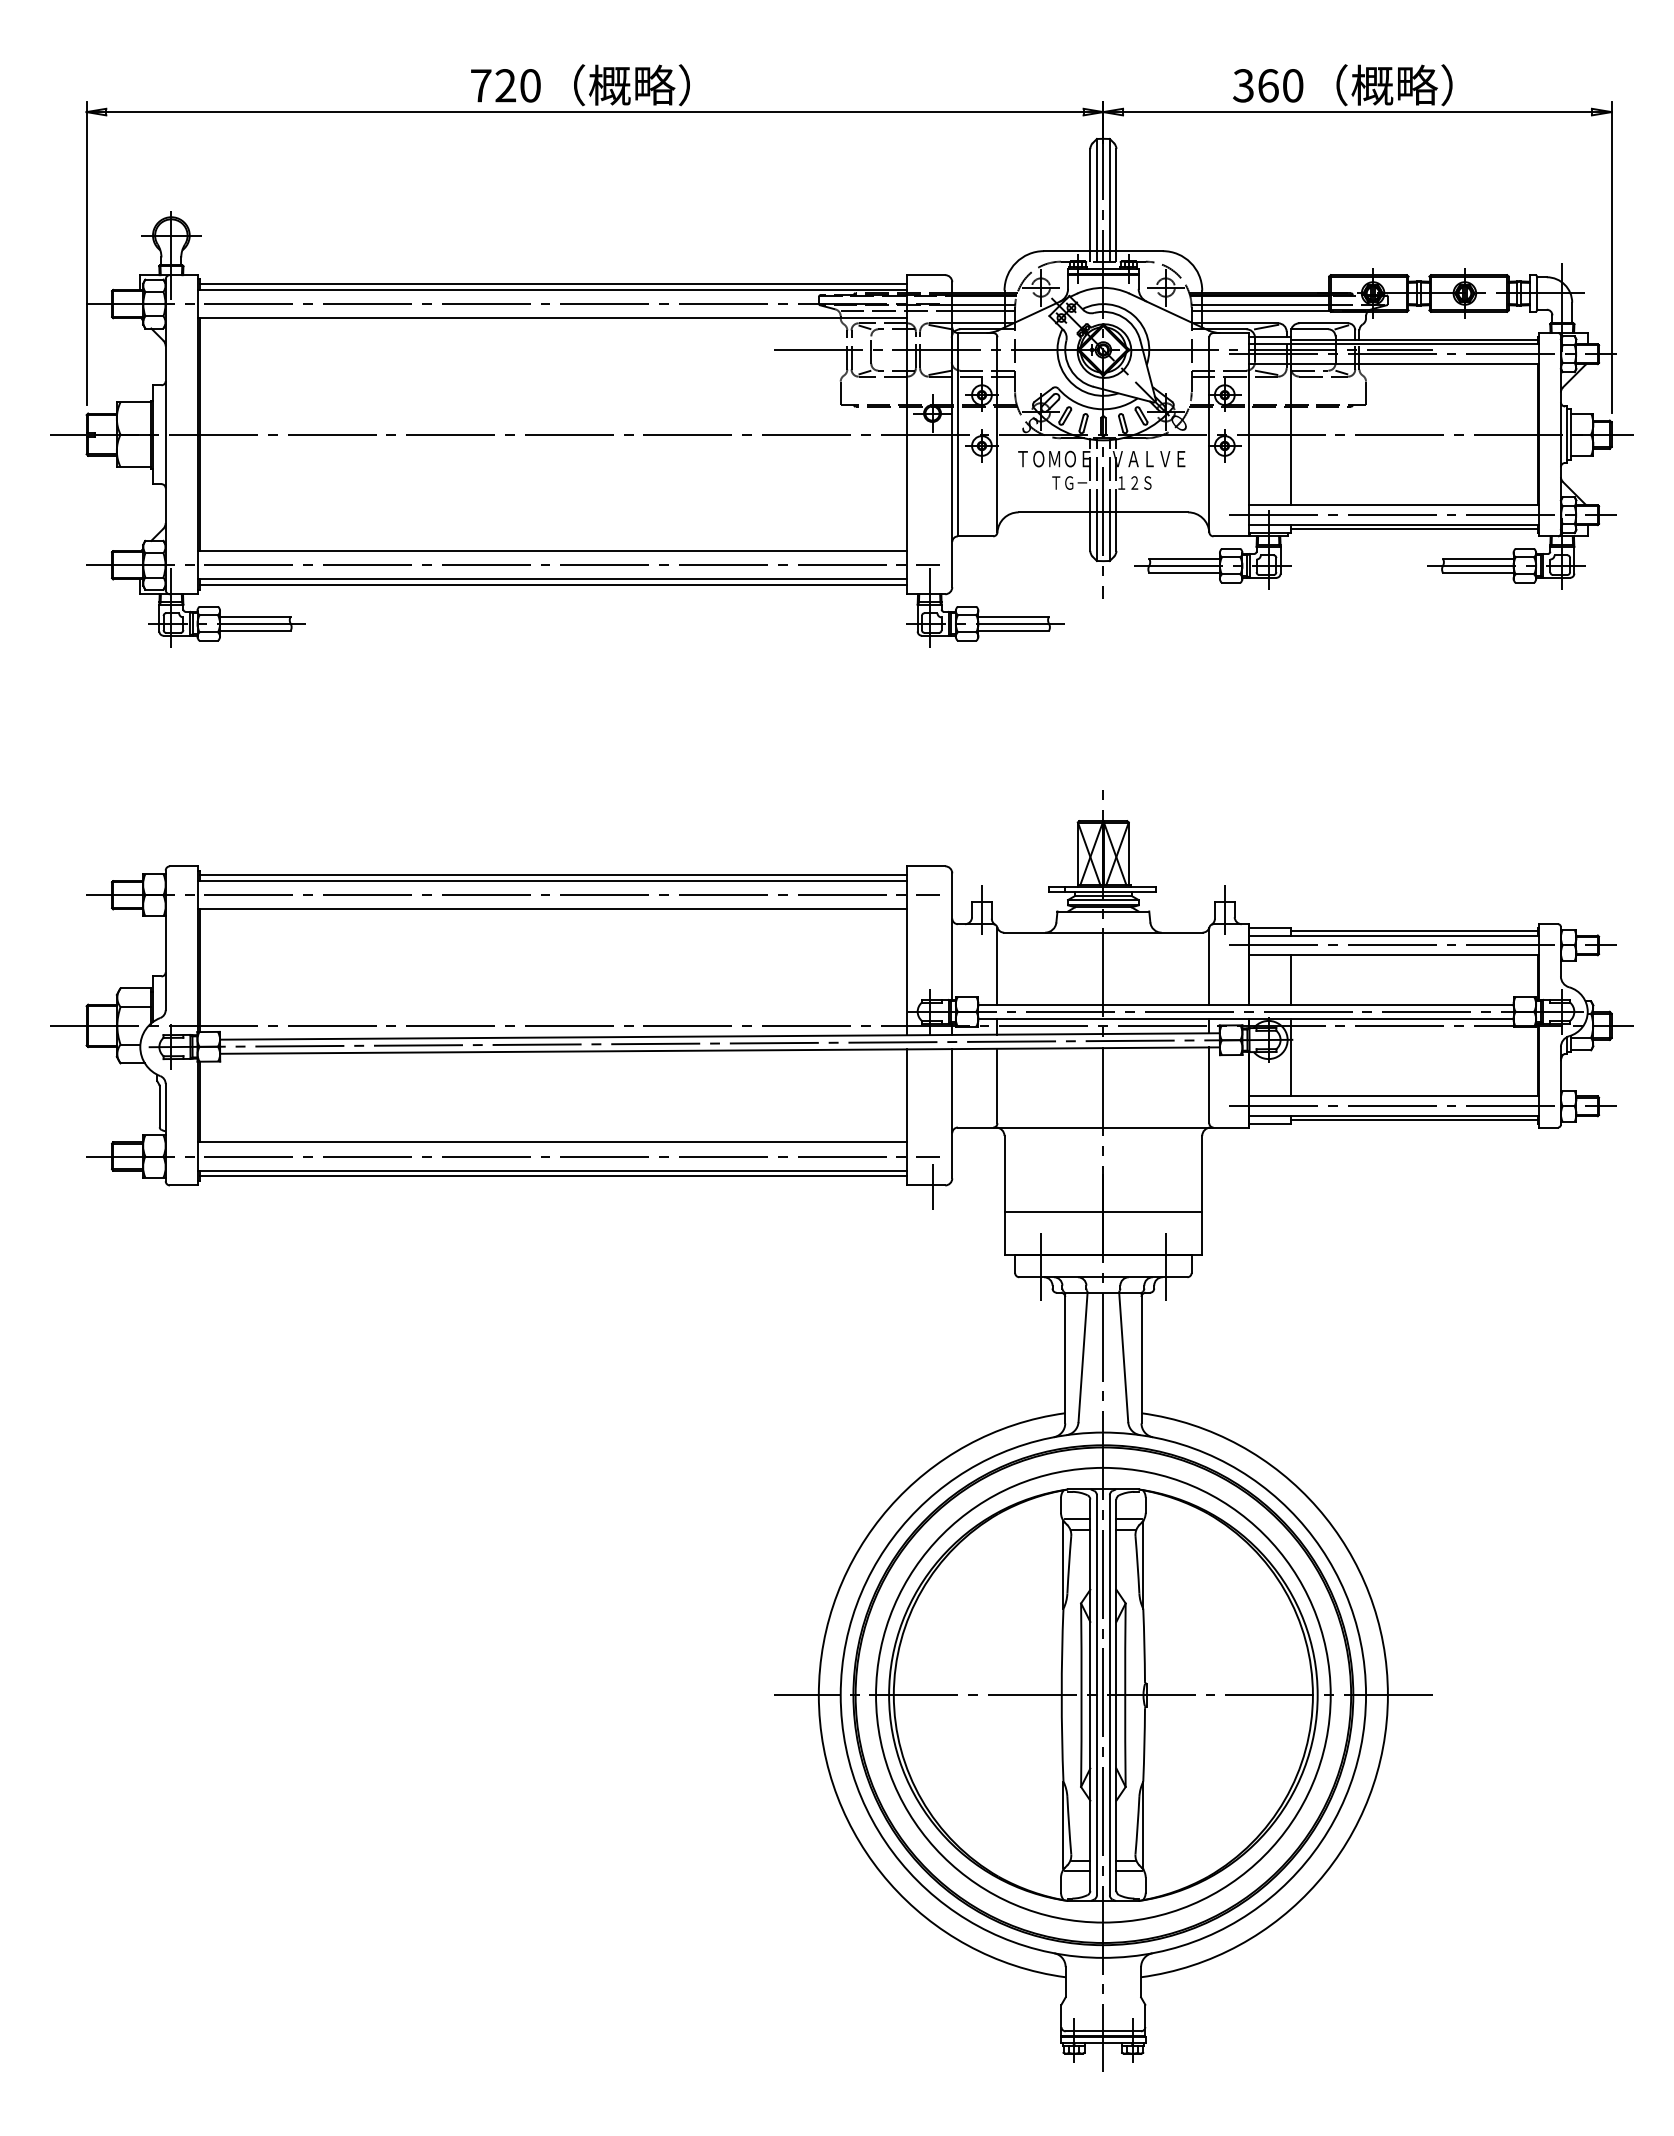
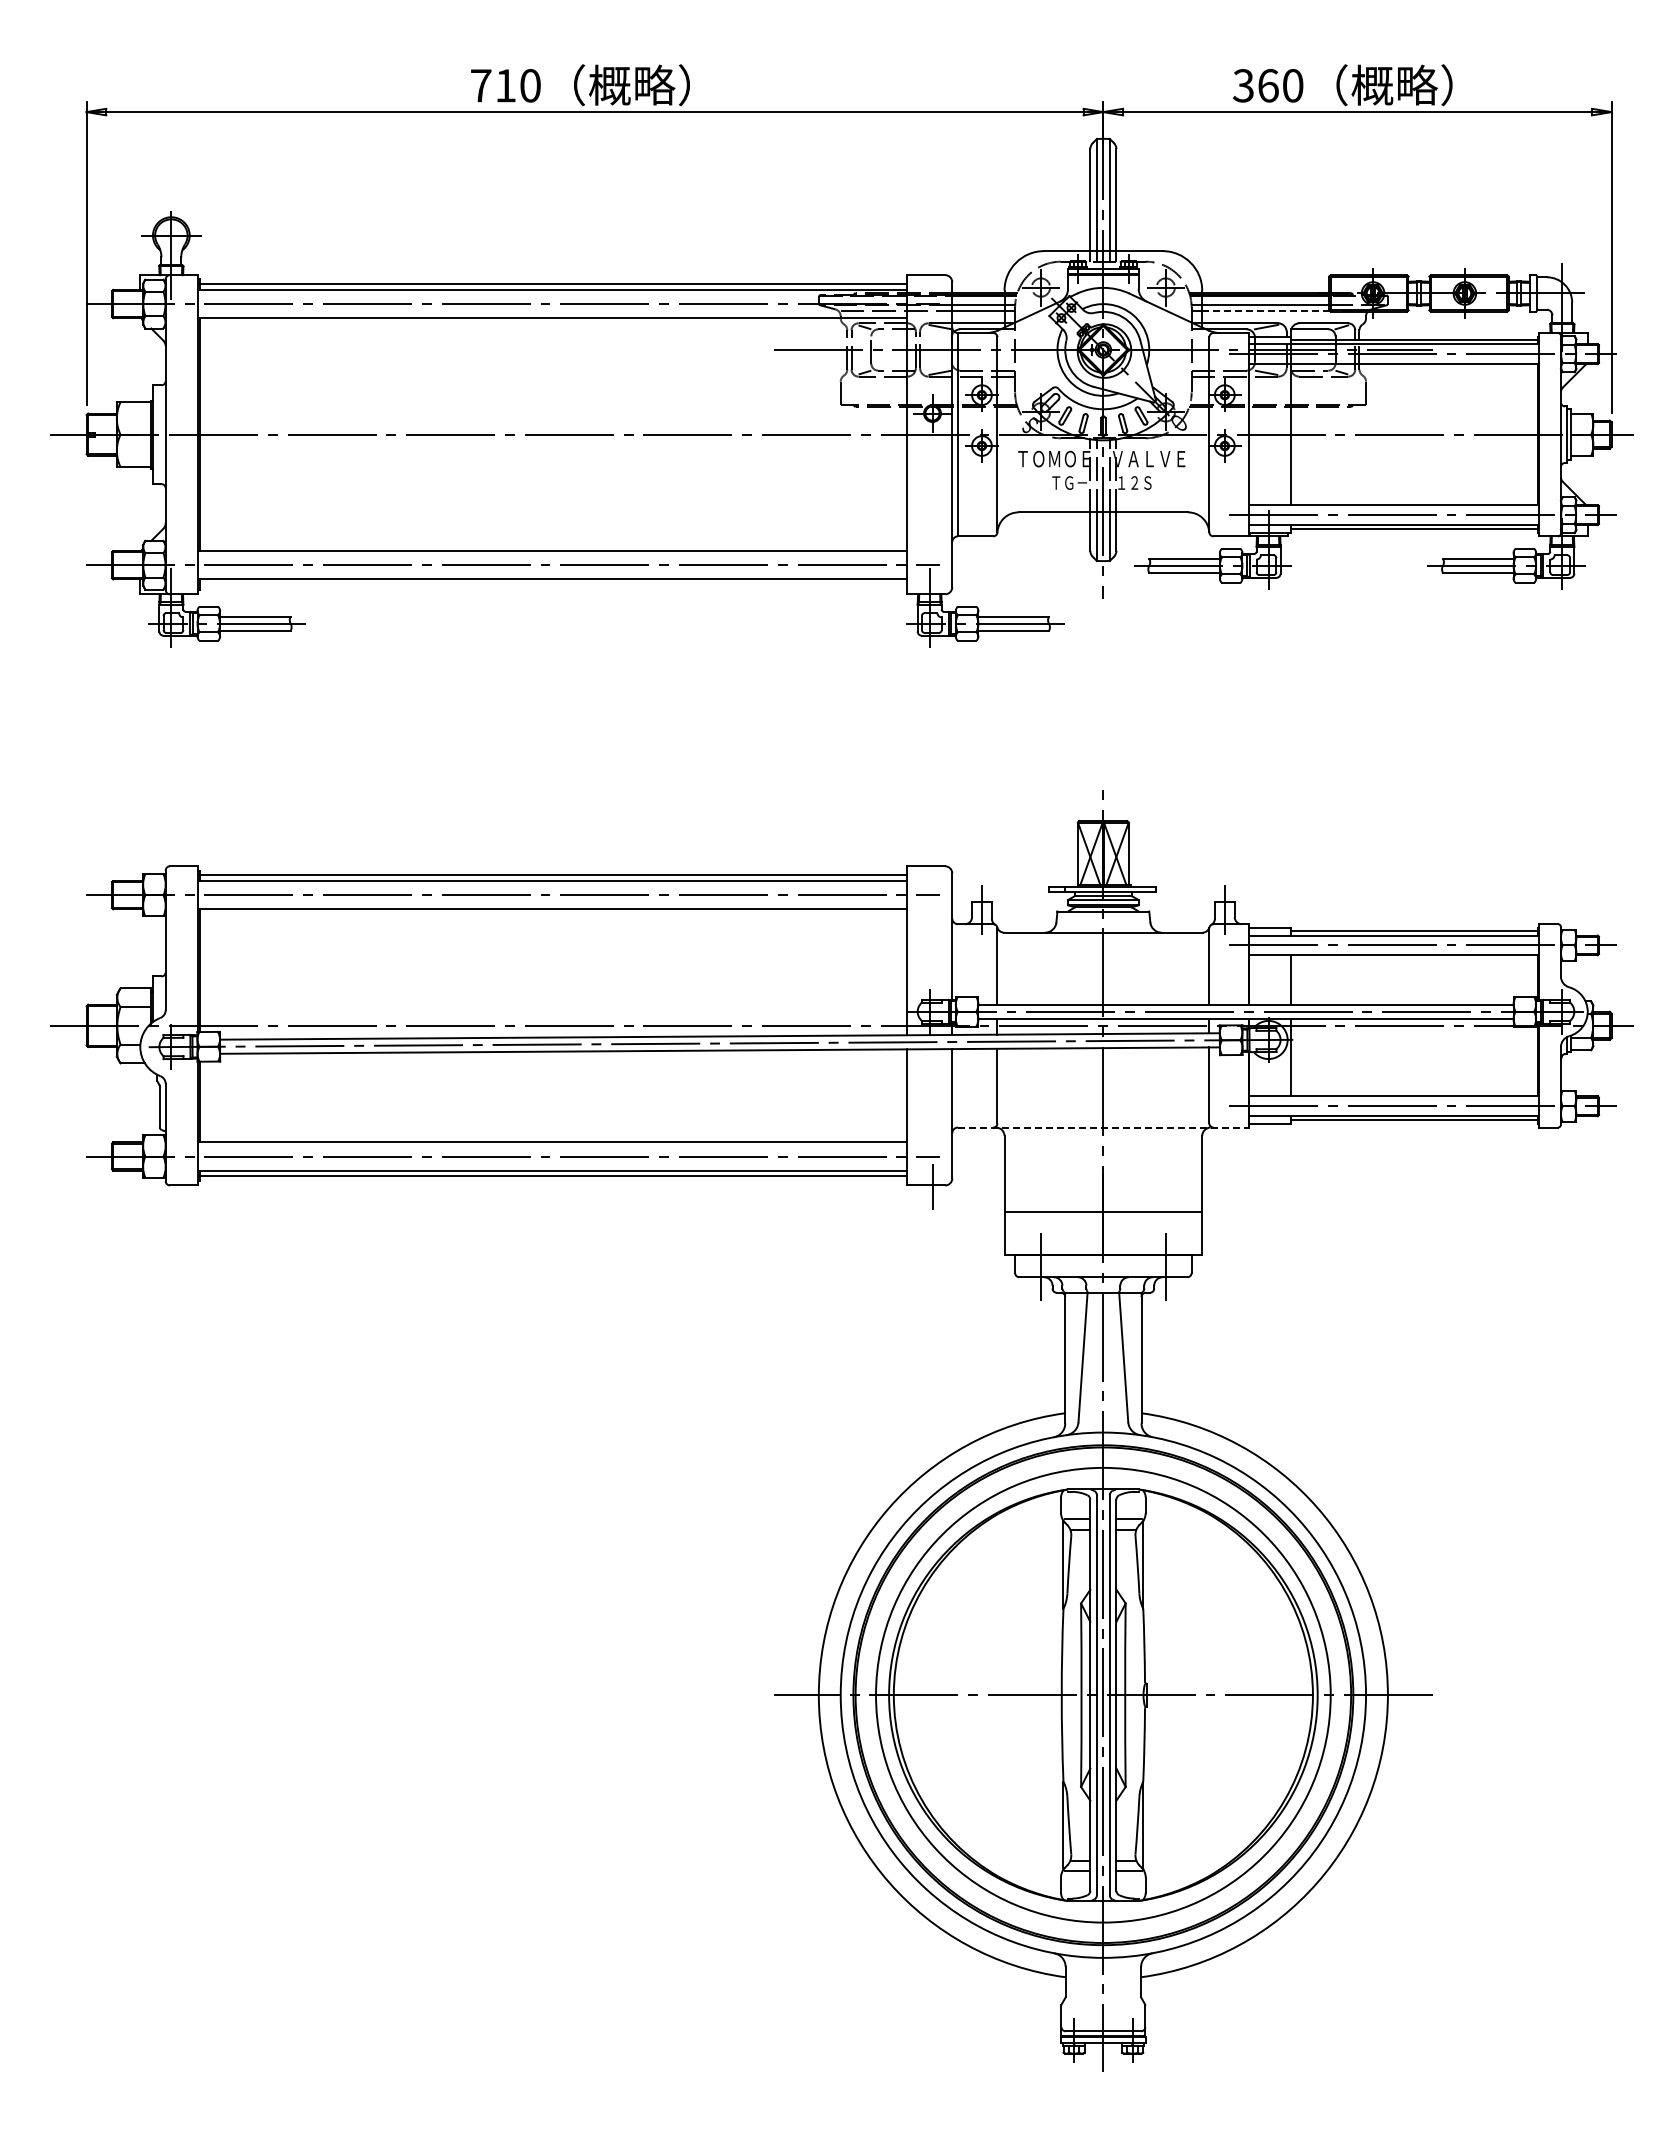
text at (505, 85): 720 -> 710
line at (1265, 310): solid -> dashed
line at (553, 585): present -> none
line at (1103, 1127): solid -> dashed
